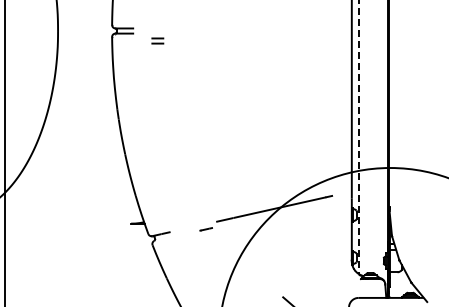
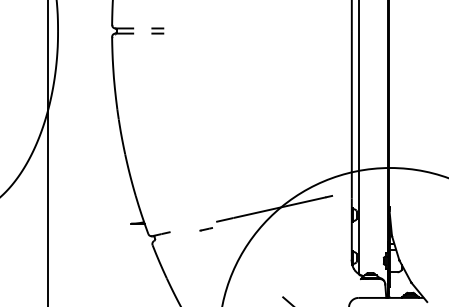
part at (157, 40) position: (157, 40) -> (157, 30)
line at (358, 137): dashed -> solid
line at (4, 152) position: (4, 152) -> (47, 152)
